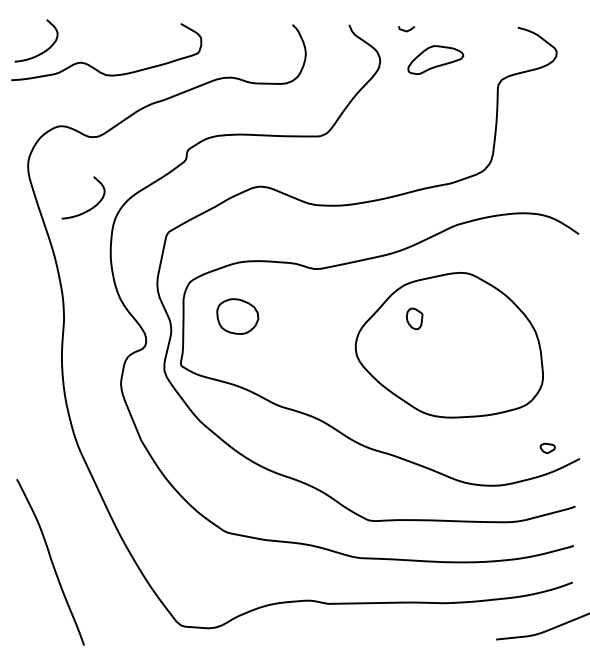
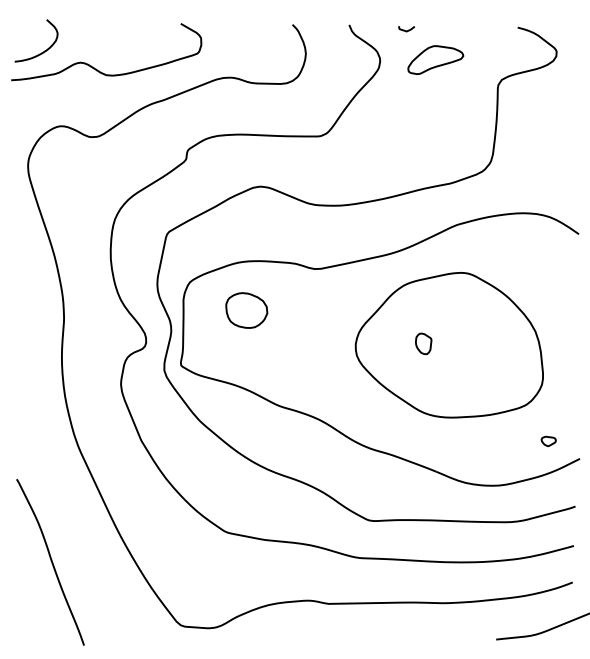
curve at (91, 207): present -> none
part at (237, 316) position: (237, 316) -> (246, 310)
part at (414, 318) position: (414, 318) -> (423, 343)
part at (547, 447) position: (547, 447) -> (548, 440)
